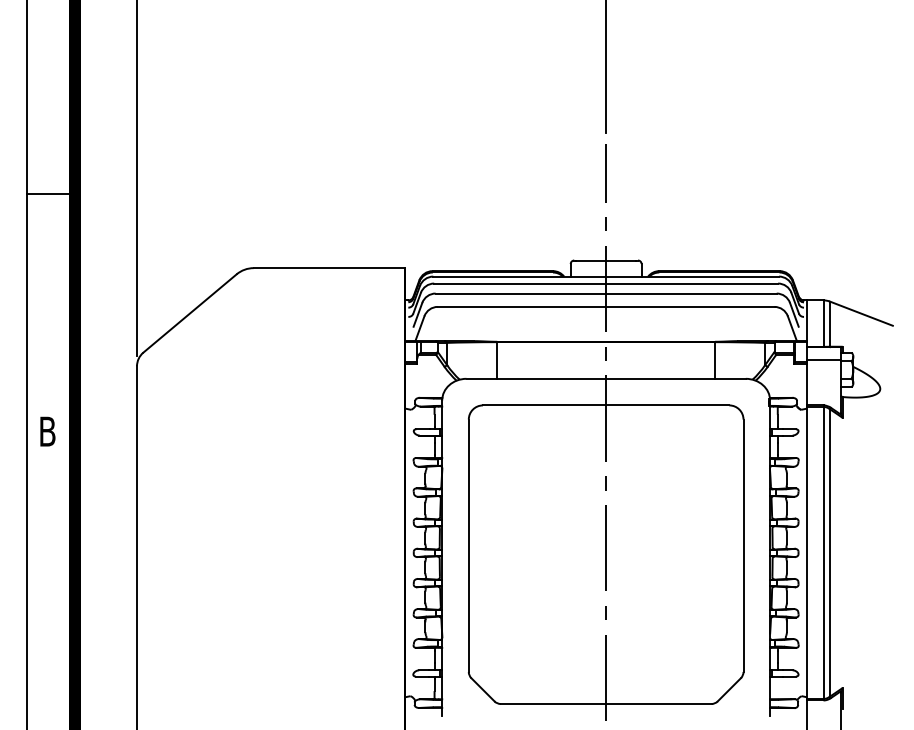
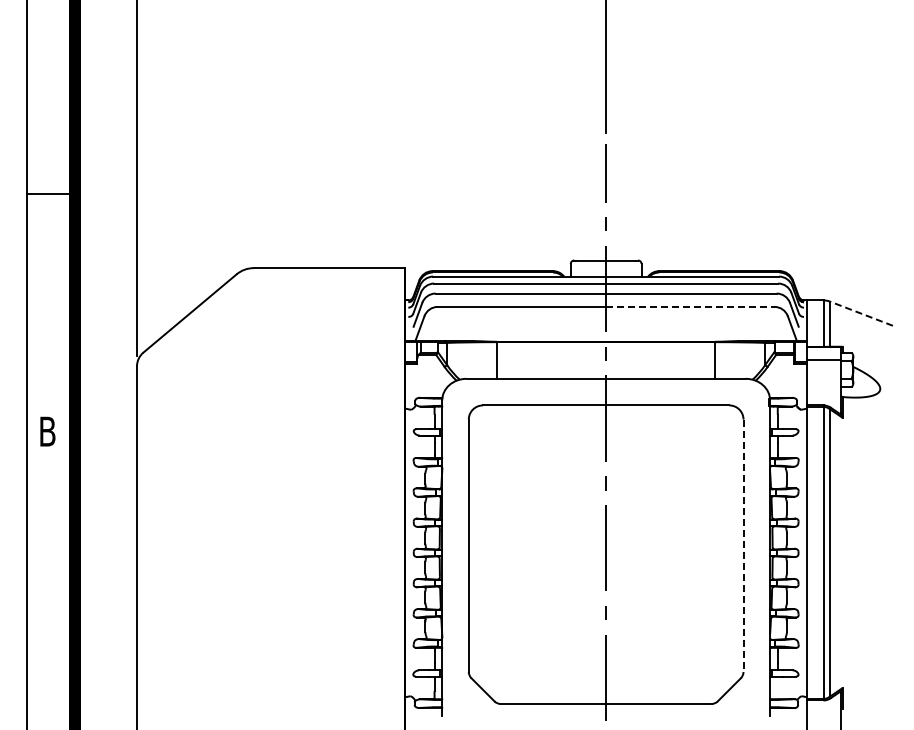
line at (690, 306): solid -> dashed
line at (861, 313): solid -> dashed
line at (743, 546): solid -> dashed
